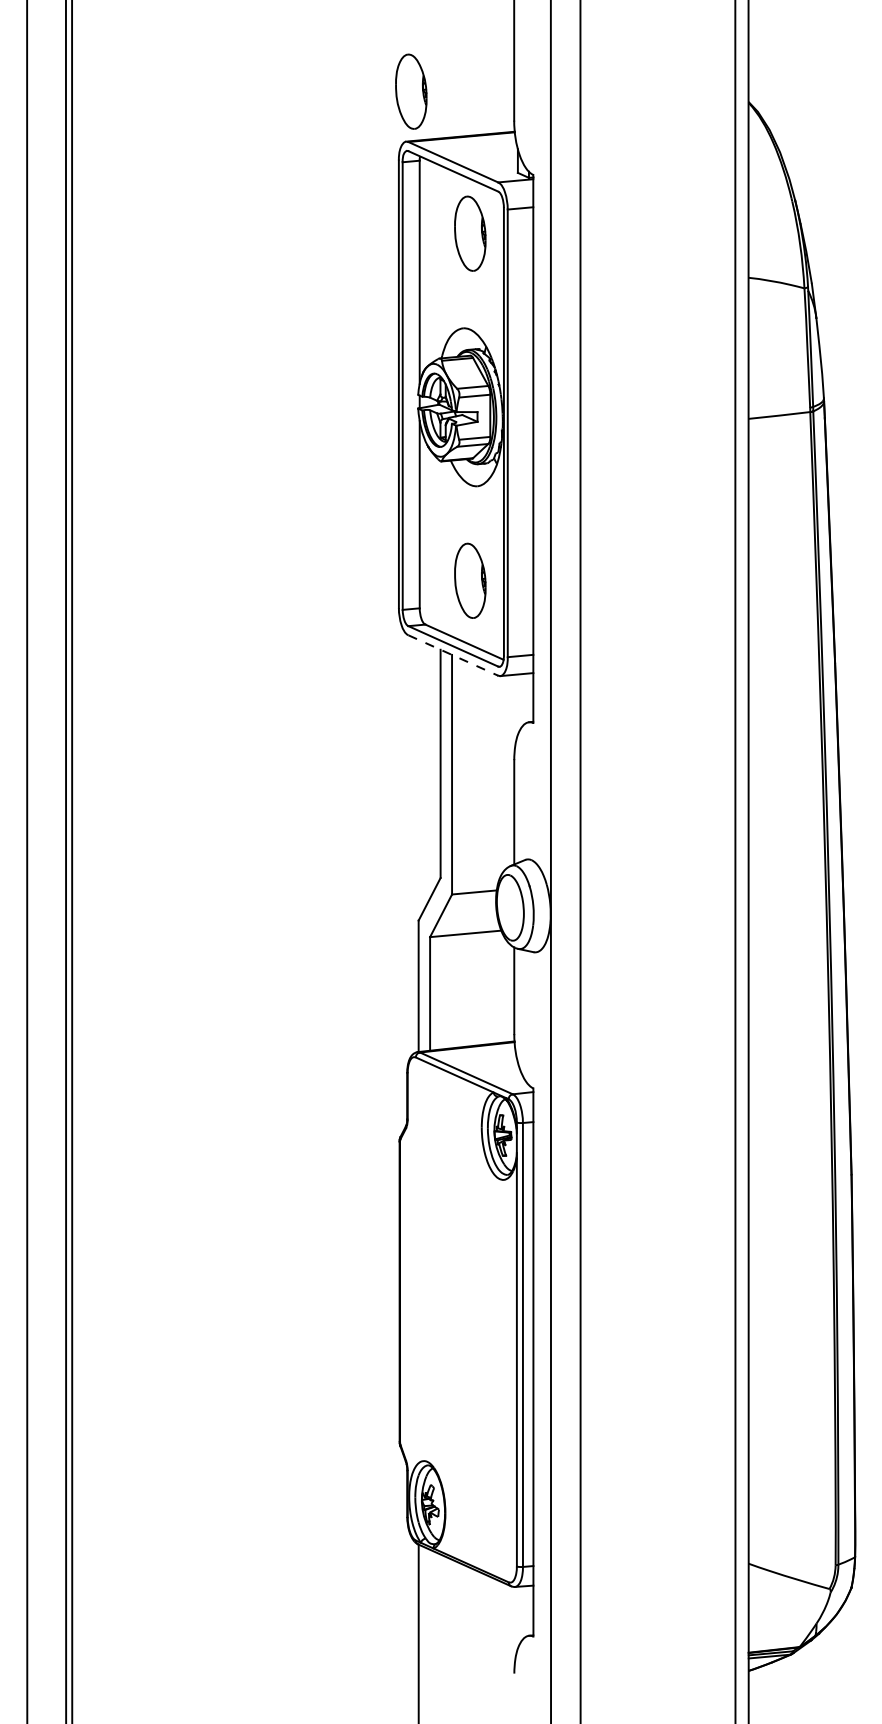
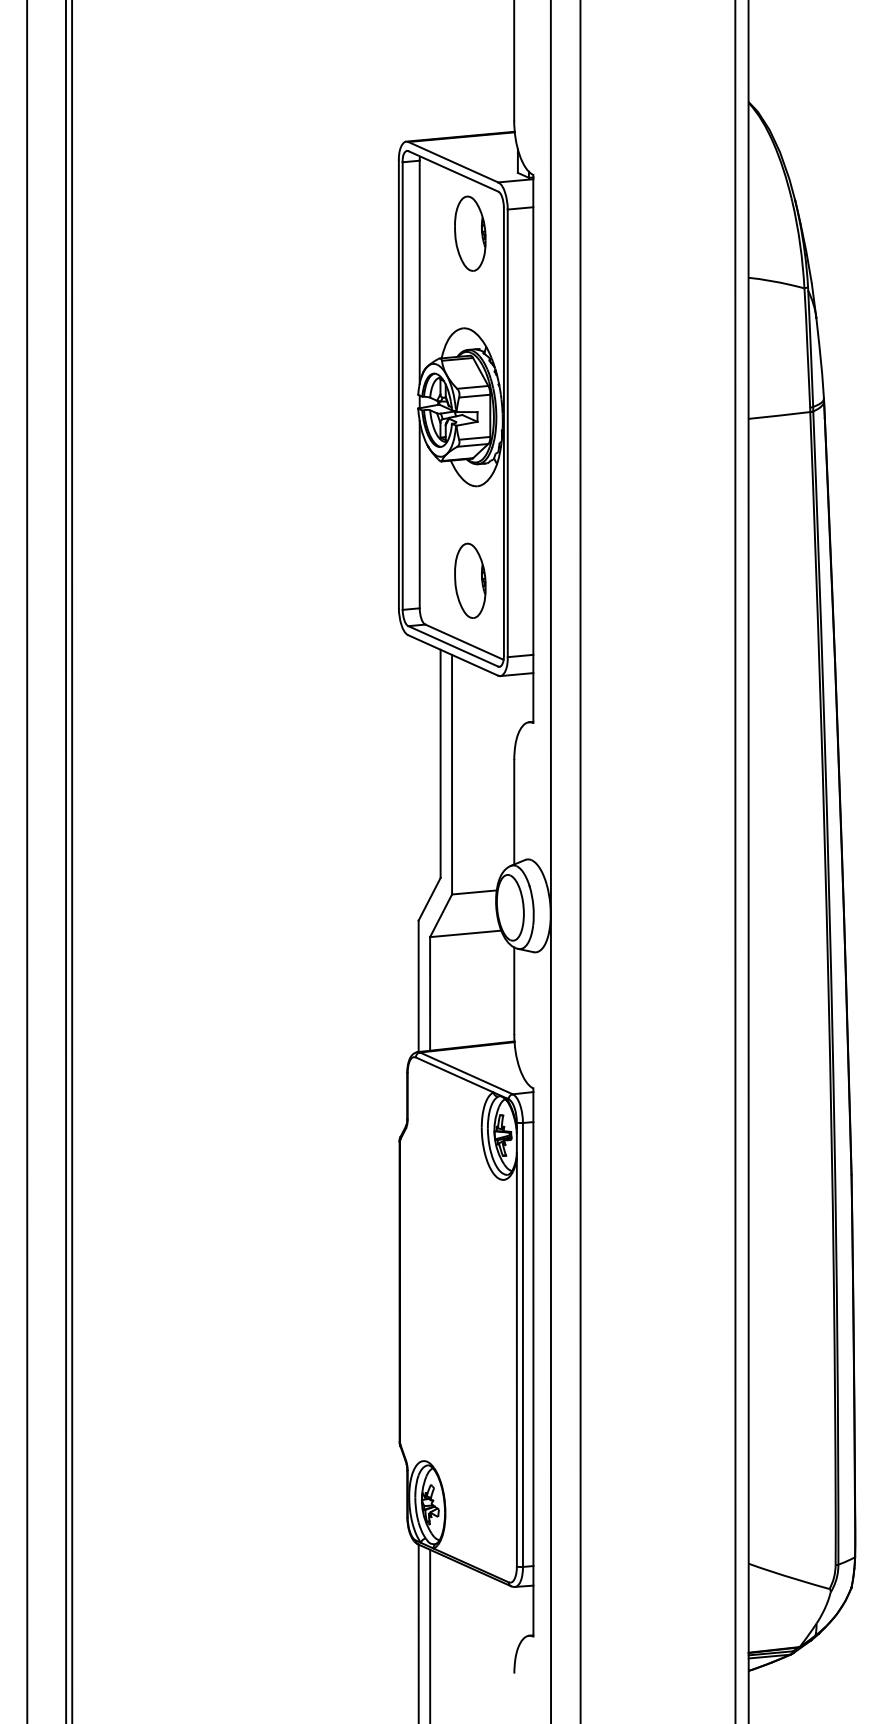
part at (411, 91): present -> none
line at (453, 655): dashed -> solid
line at (430, 1634): none -> present
